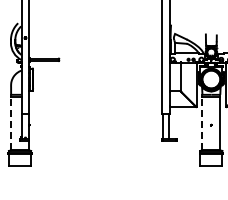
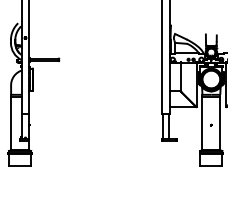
line at (11, 123): dashed -> solid
line at (202, 123): dashed -> solid
